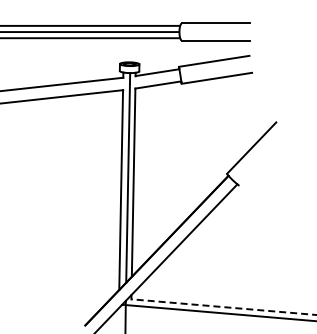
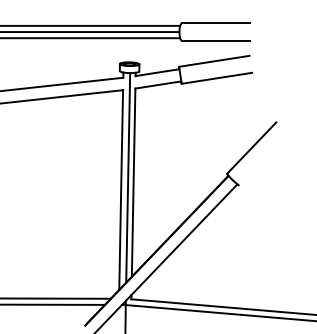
line at (56, 298): none -> present
line at (53, 304): none -> present
line at (223, 307): dashed -> solid
